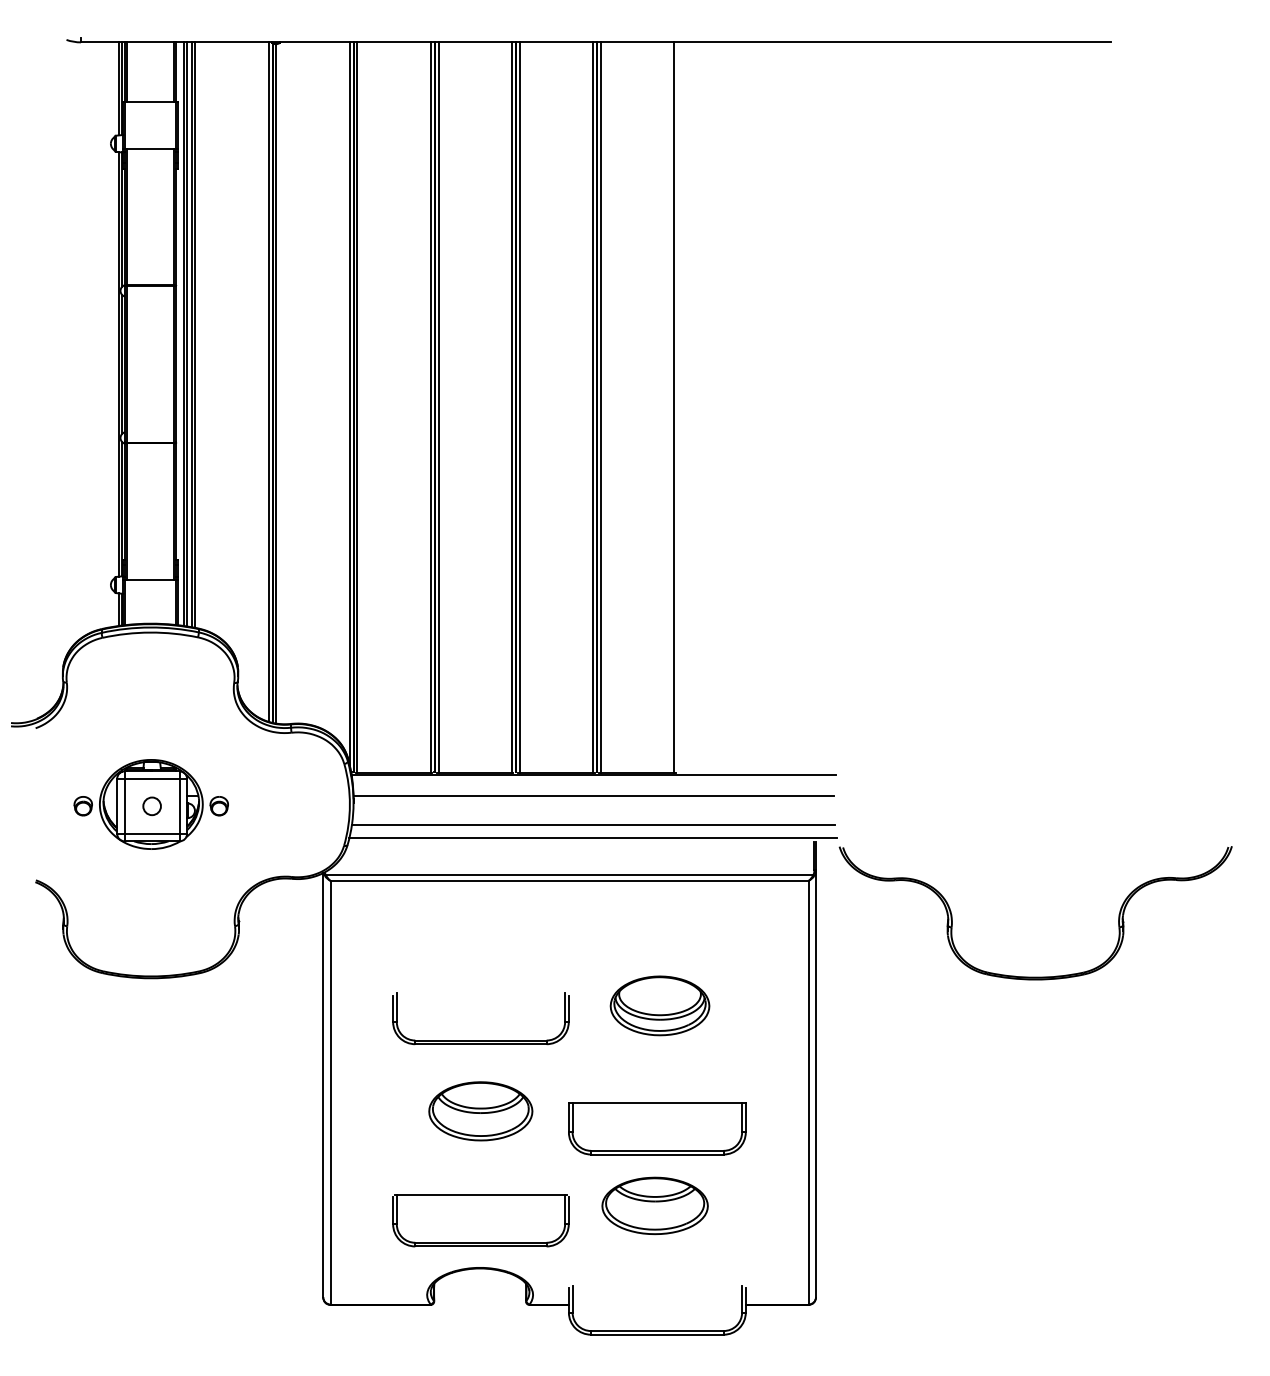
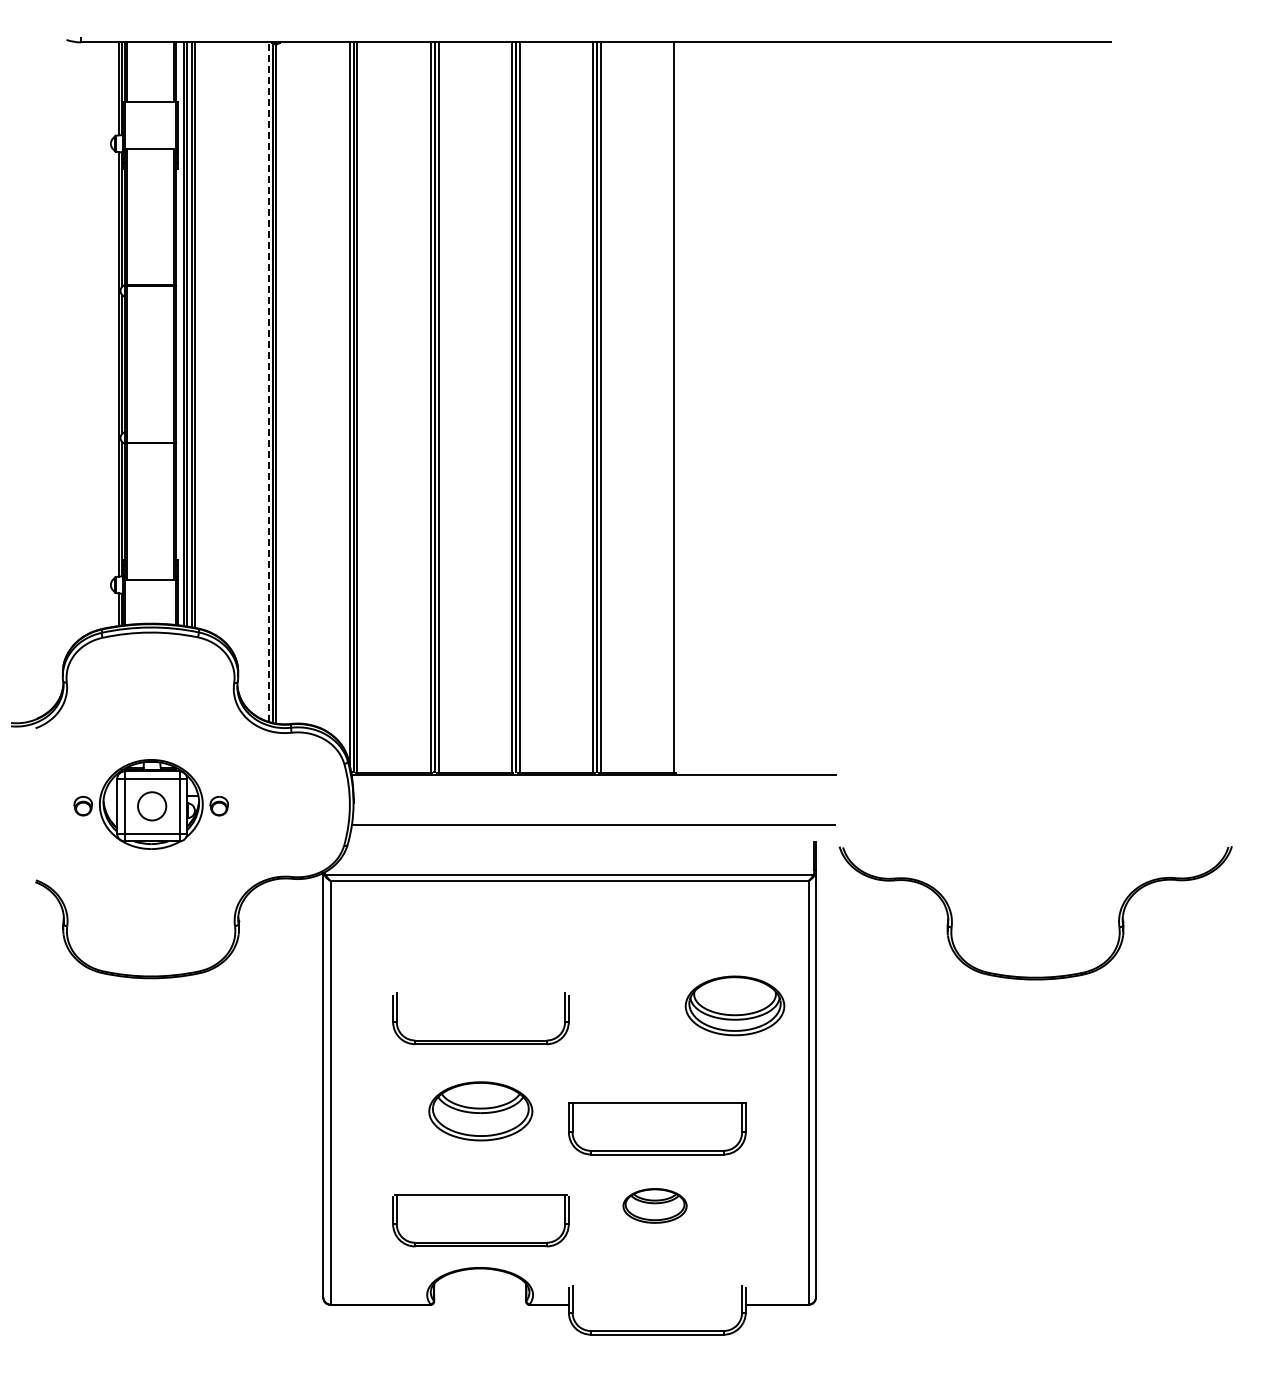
line at (268, 382): solid -> dashed
line at (593, 796): present -> none
circle at (151, 806) diameter: 18 px -> 28 px
line at (593, 837): present -> none
part at (659, 1005) position: (659, 1005) -> (734, 1005)
part at (654, 1205) size: 108x60 px -> 66x36 px
